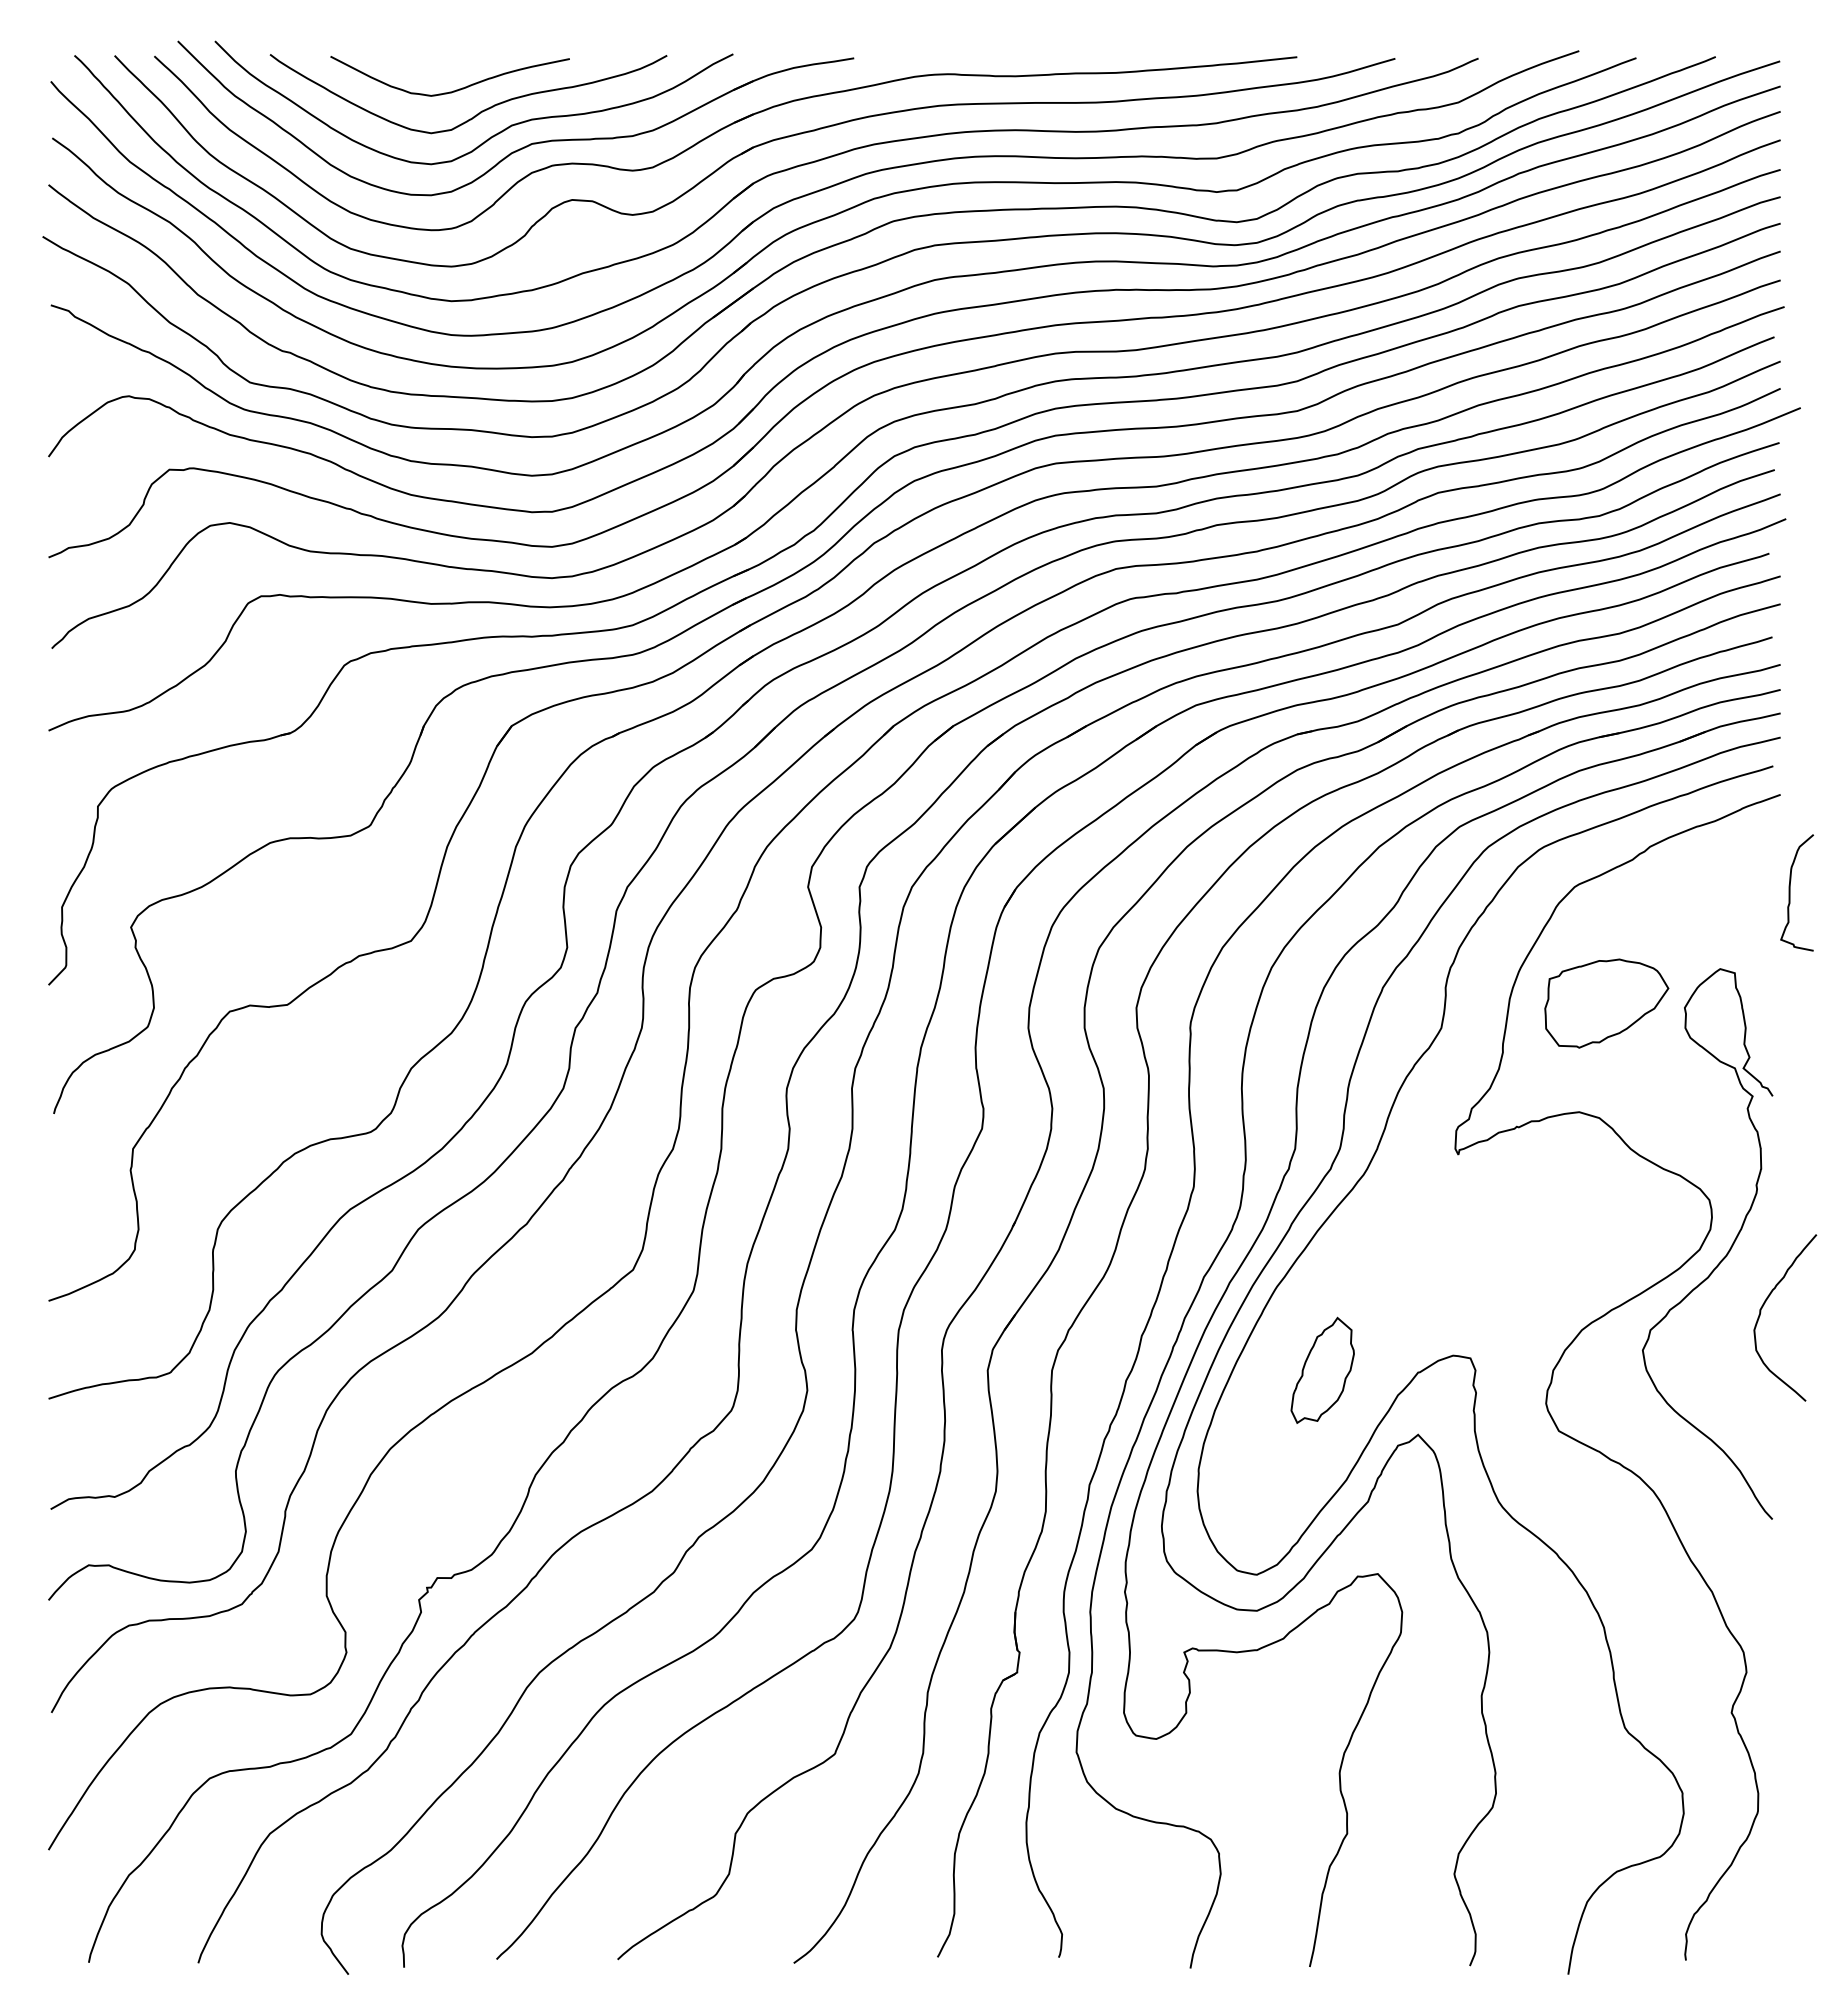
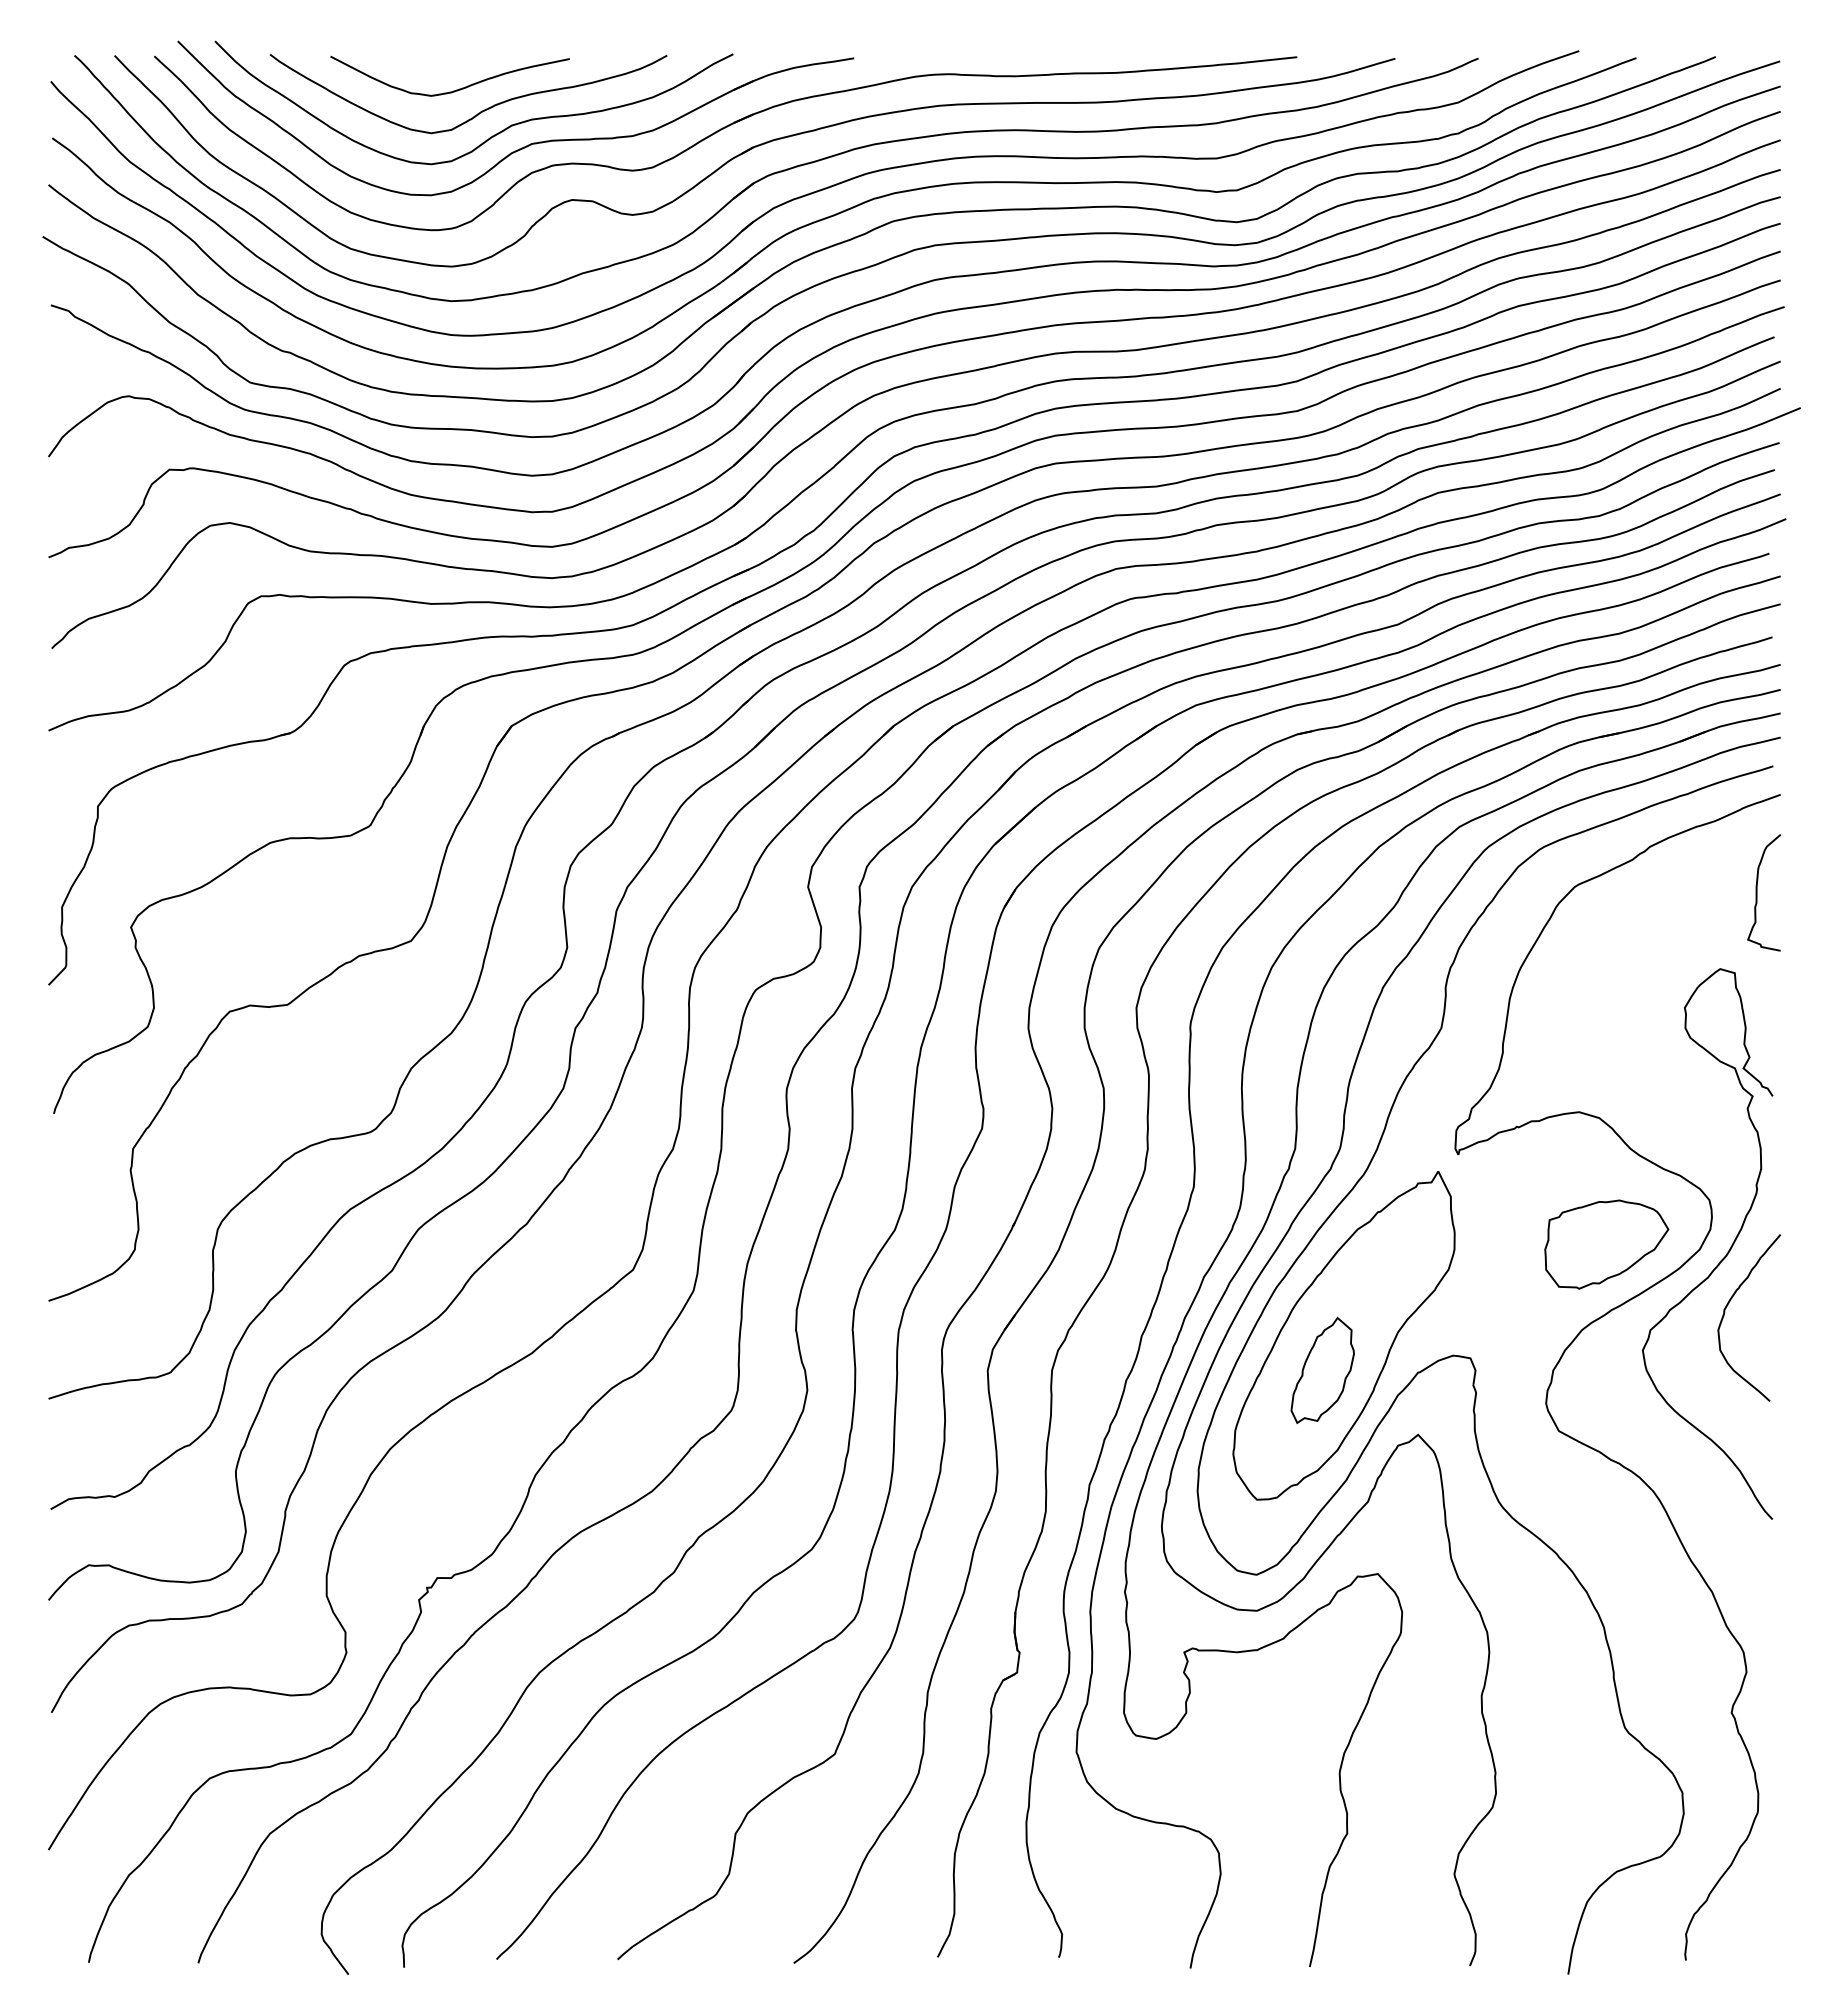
curve at (1790, 892) position: (1790, 892) -> (1757, 892)
part at (1606, 1003) position: (1606, 1003) -> (1606, 1244)
curve at (1764, 1305) position: (1764, 1305) -> (1728, 1305)
part at (1343, 1335): none -> present
